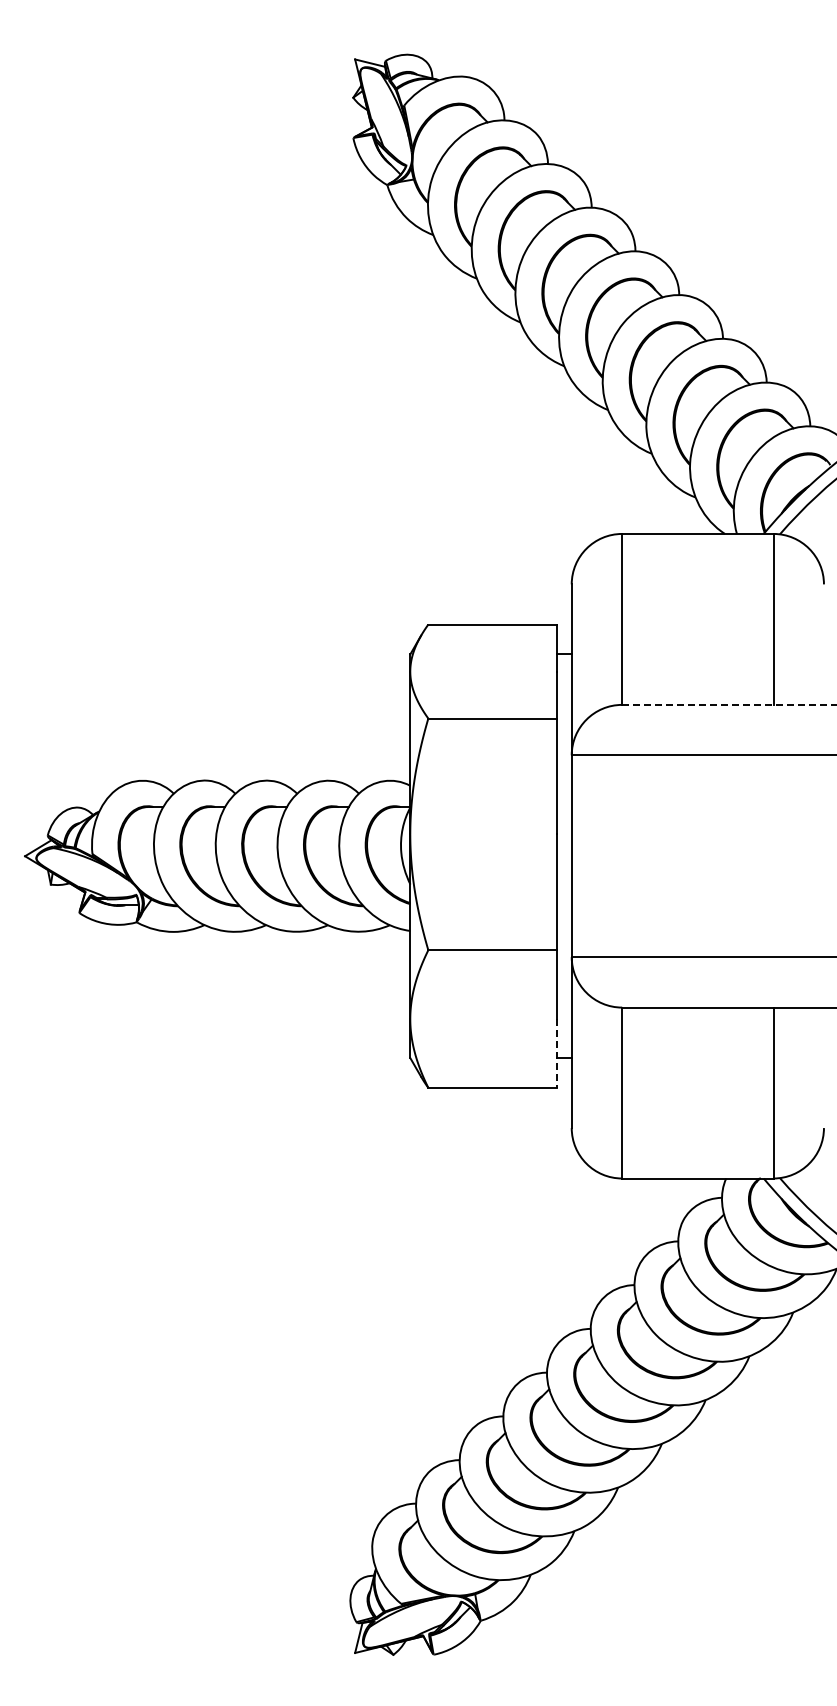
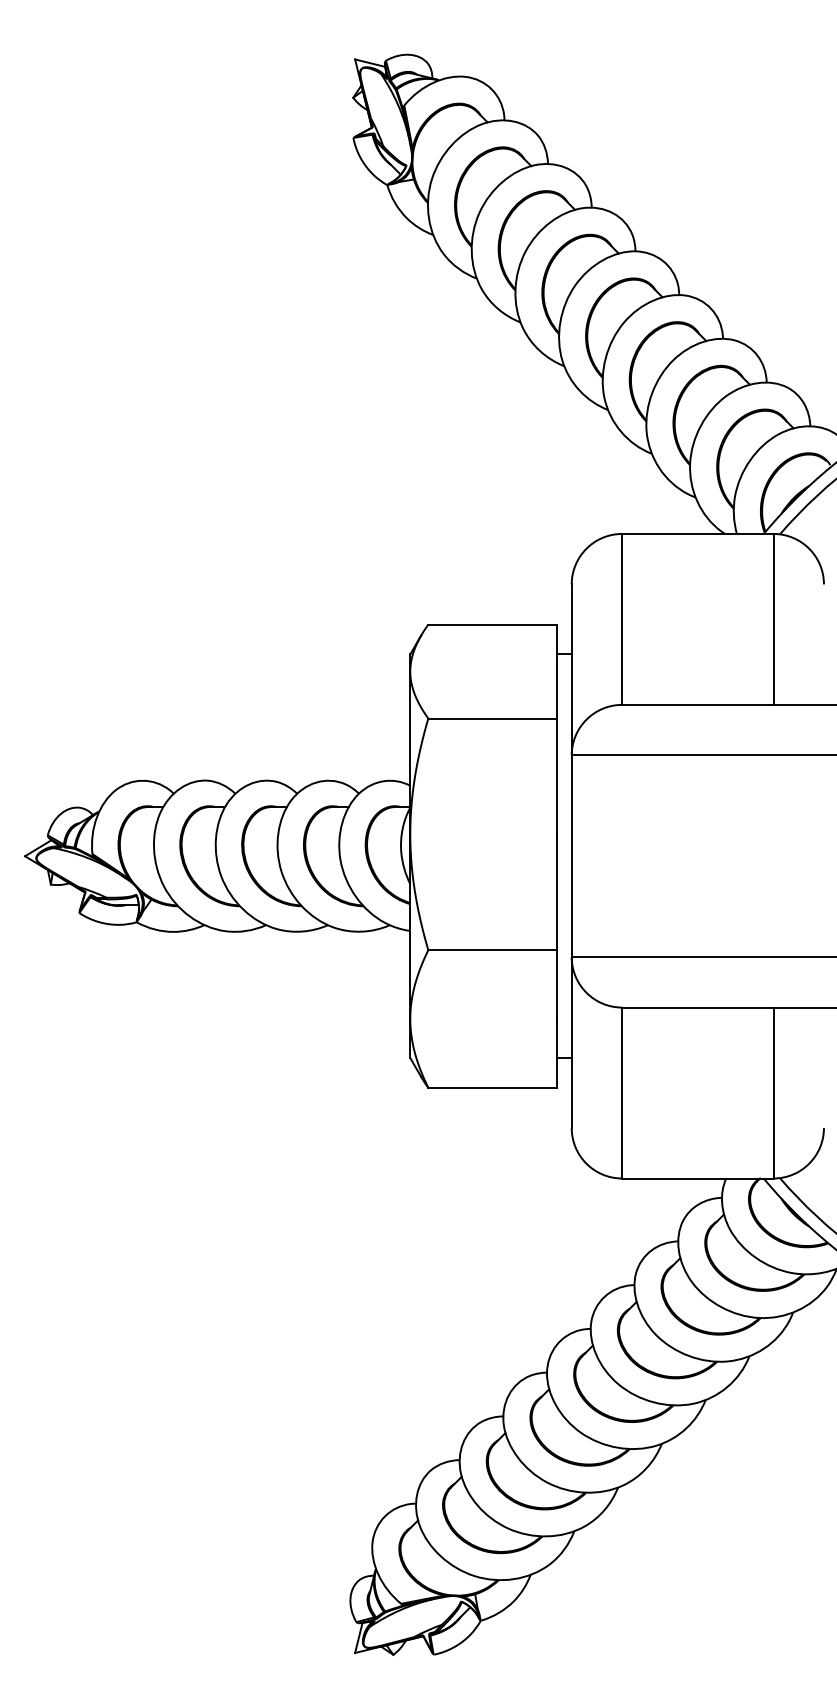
line at (729, 704): dashed -> solid
line at (556, 1053): dashed -> solid
